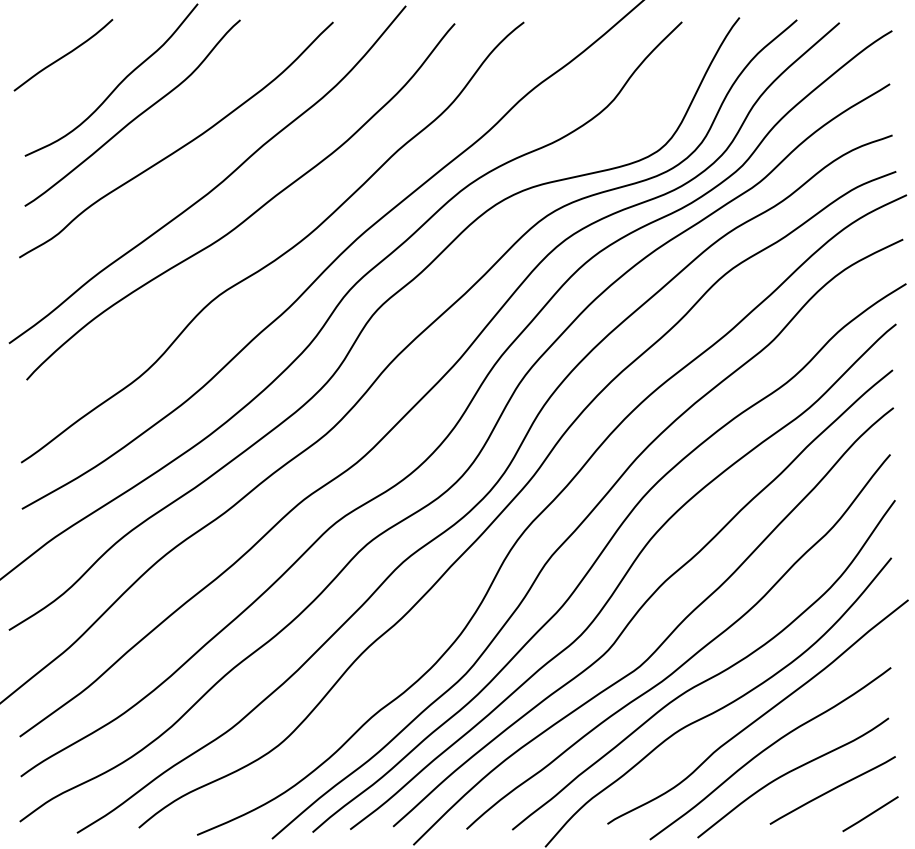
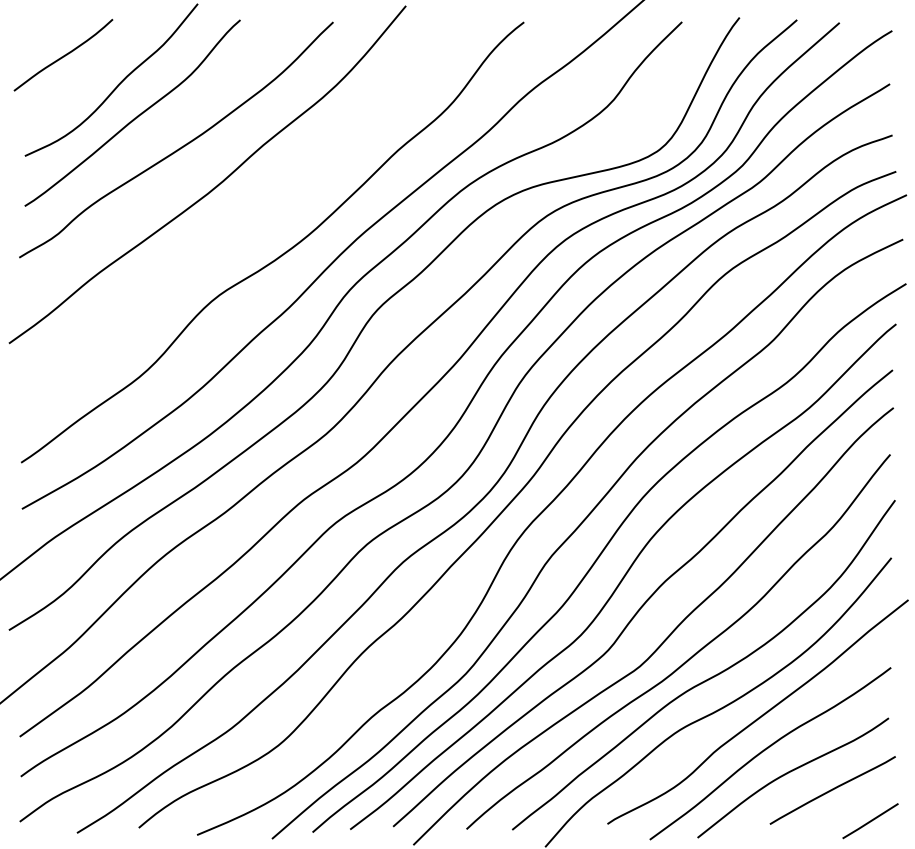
curve at (250, 214): present -> none
line at (870, 814) position: (870, 814) -> (870, 821)
